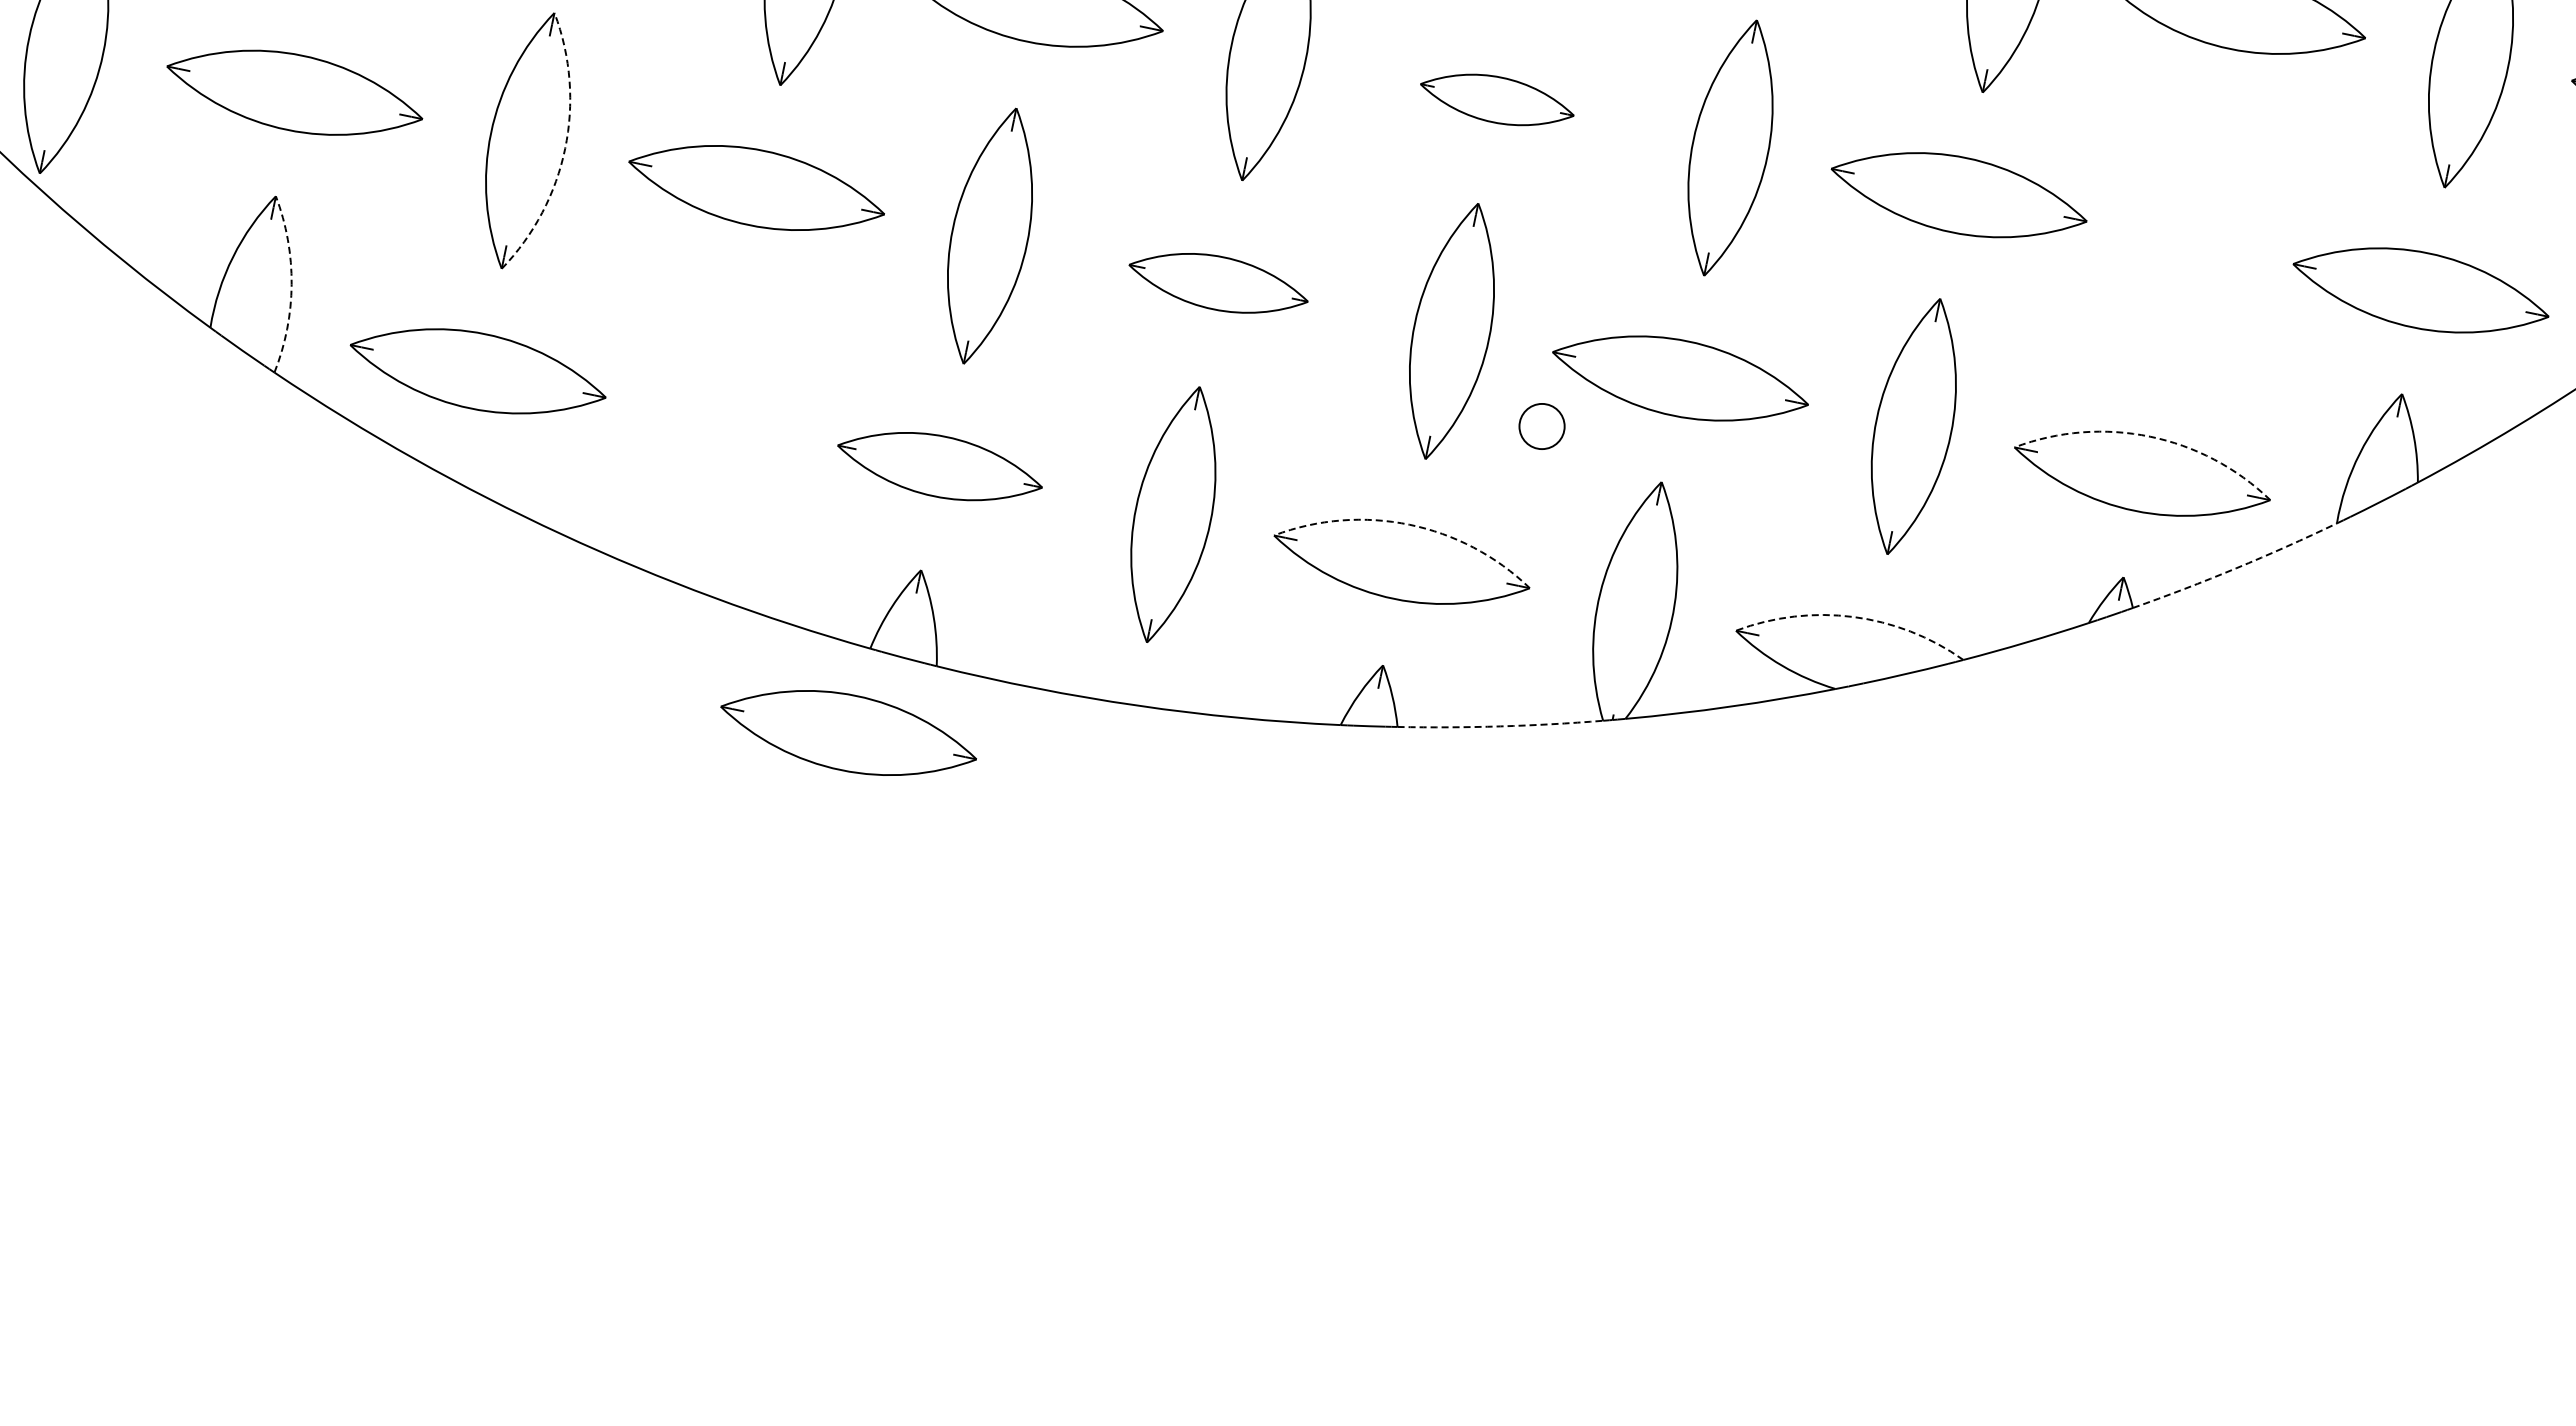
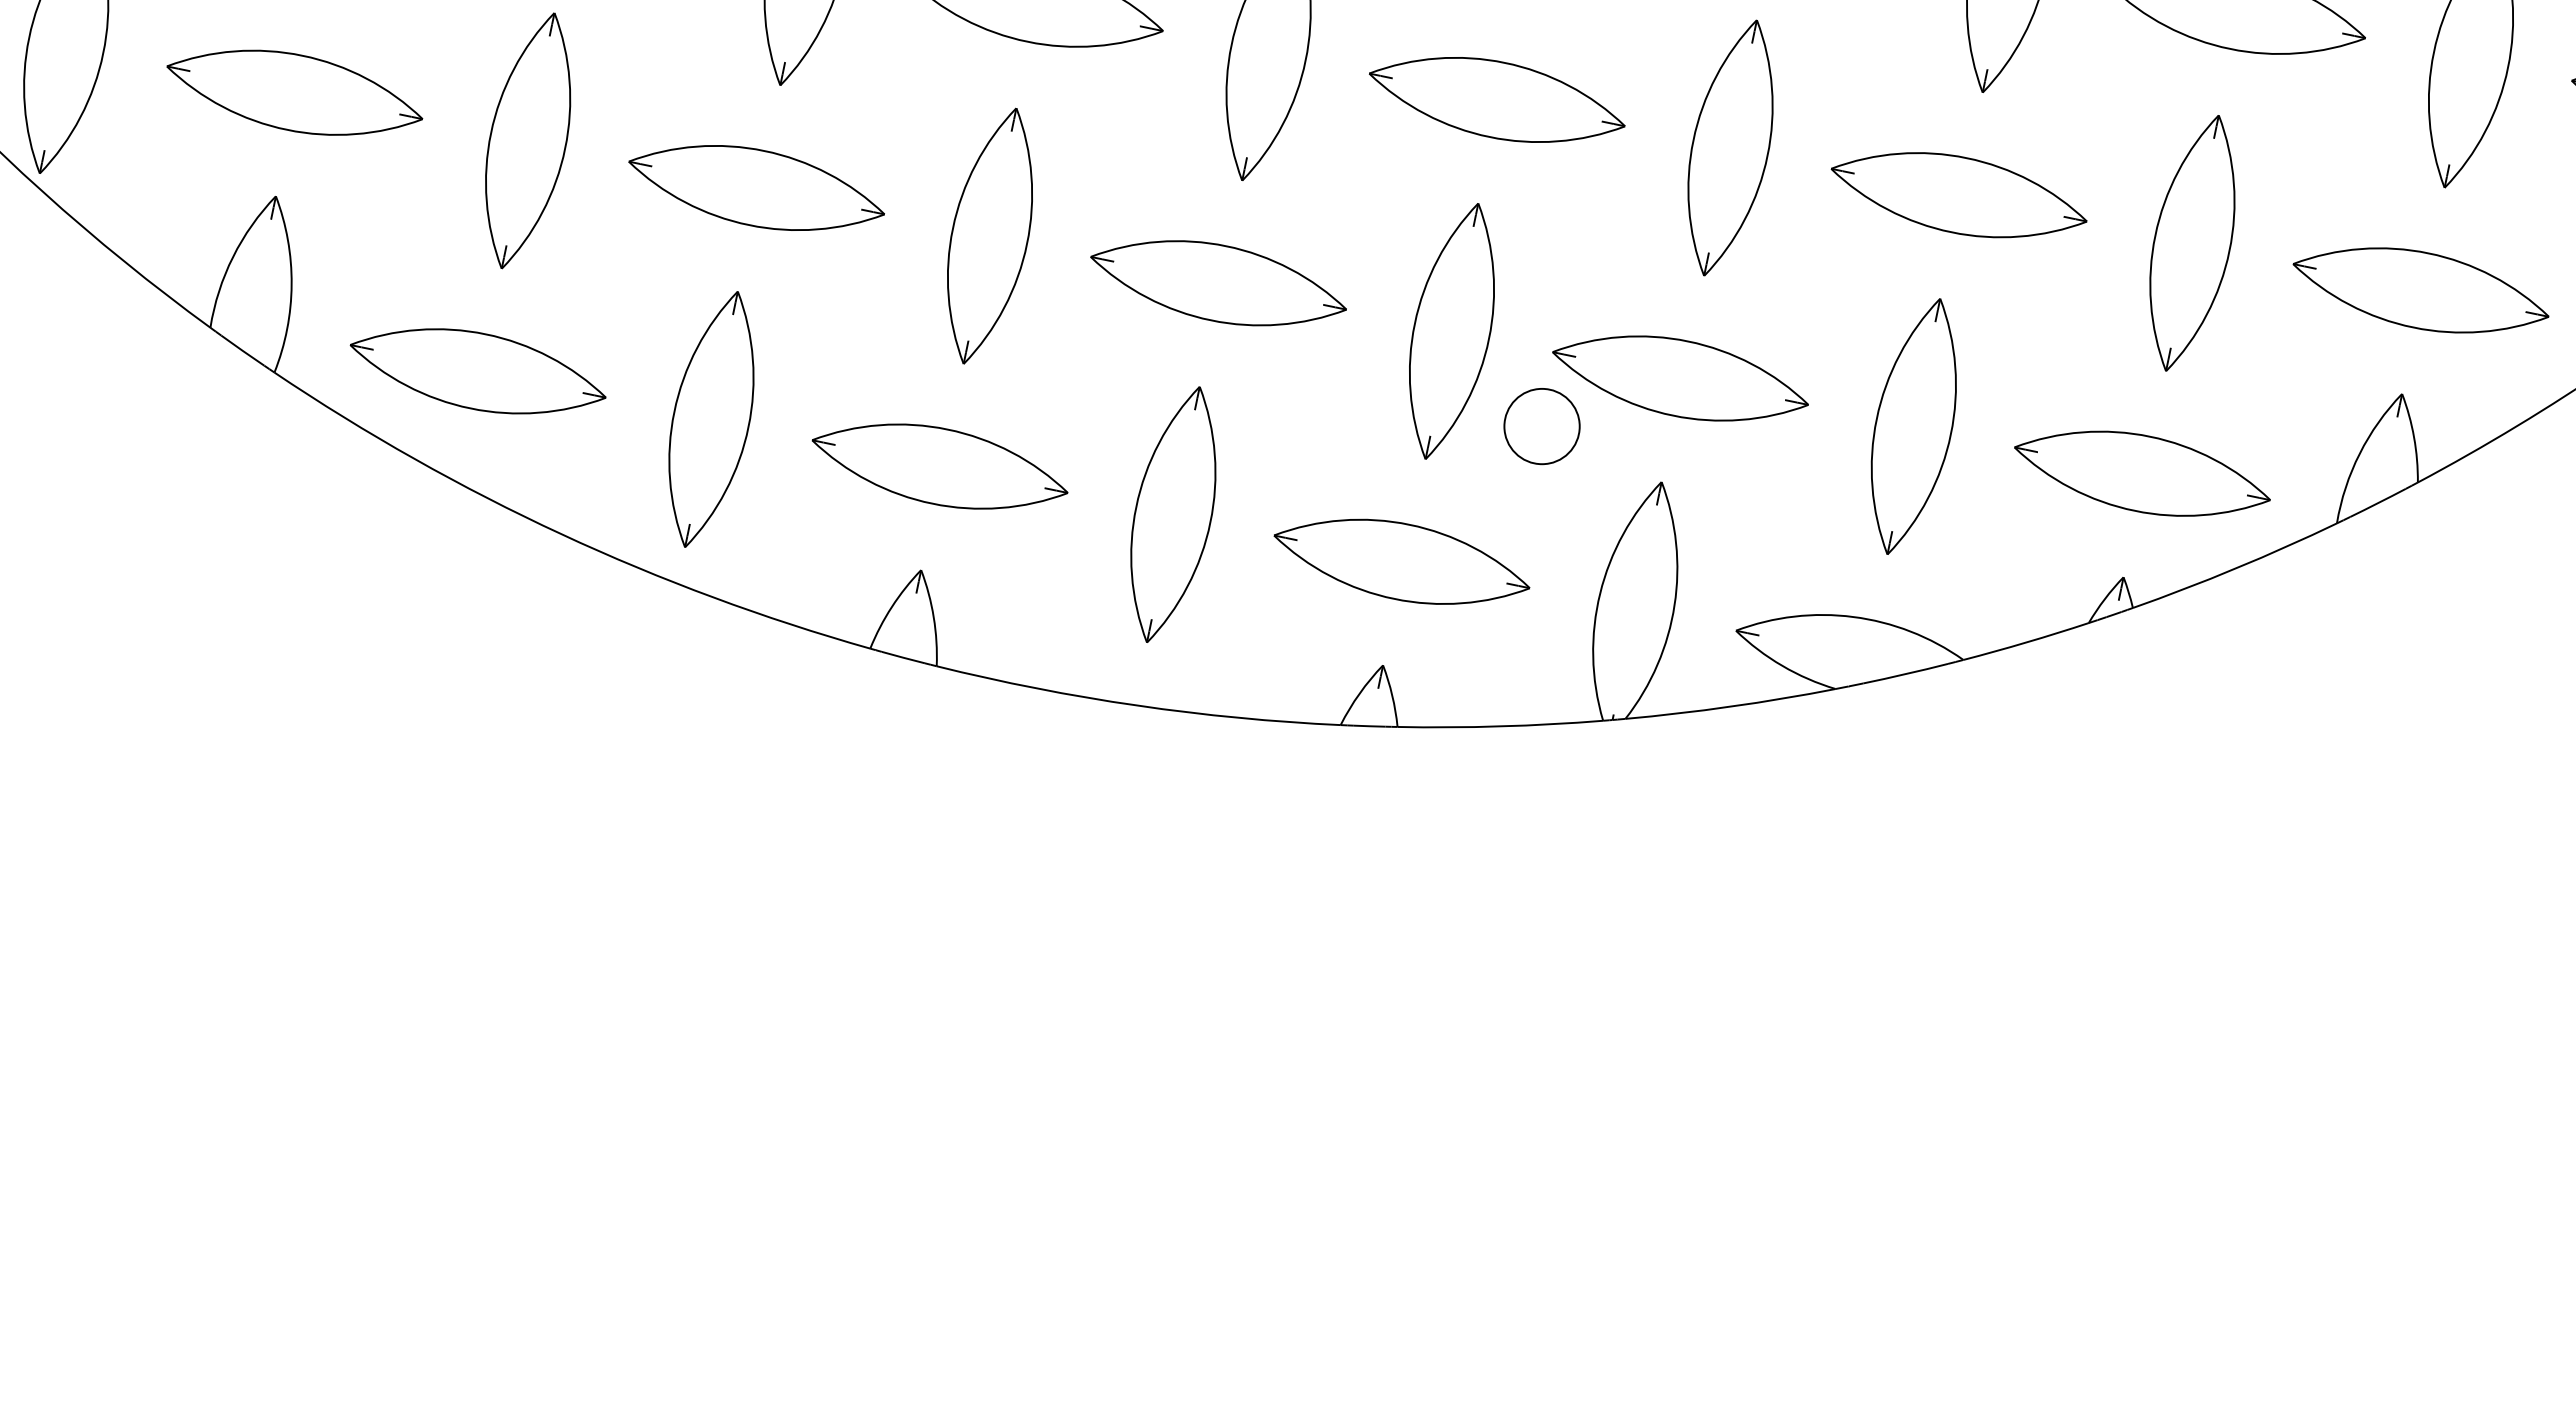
part at (1497, 99) size: 155x54 px -> 257x86 px
arc at (565, 148): dashed -> solid
part at (2192, 243): none -> present
part at (1218, 283) size: 181x61 px -> 257x87 px
arc at (291, 284): dashed -> solid
part at (711, 419): none -> present
circle at (1541, 426) diameter: 45 px -> 75 px
arc at (2150, 436): dashed -> solid
part at (939, 466) size: 206x70 px -> 258x87 px
arc at (1409, 524): dashed -> solid
arc at (2236, 568): dashed -> solid
arc at (1853, 616): dashed -> solid
arc at (1500, 726): dashed -> solid
part at (848, 732): present -> none
